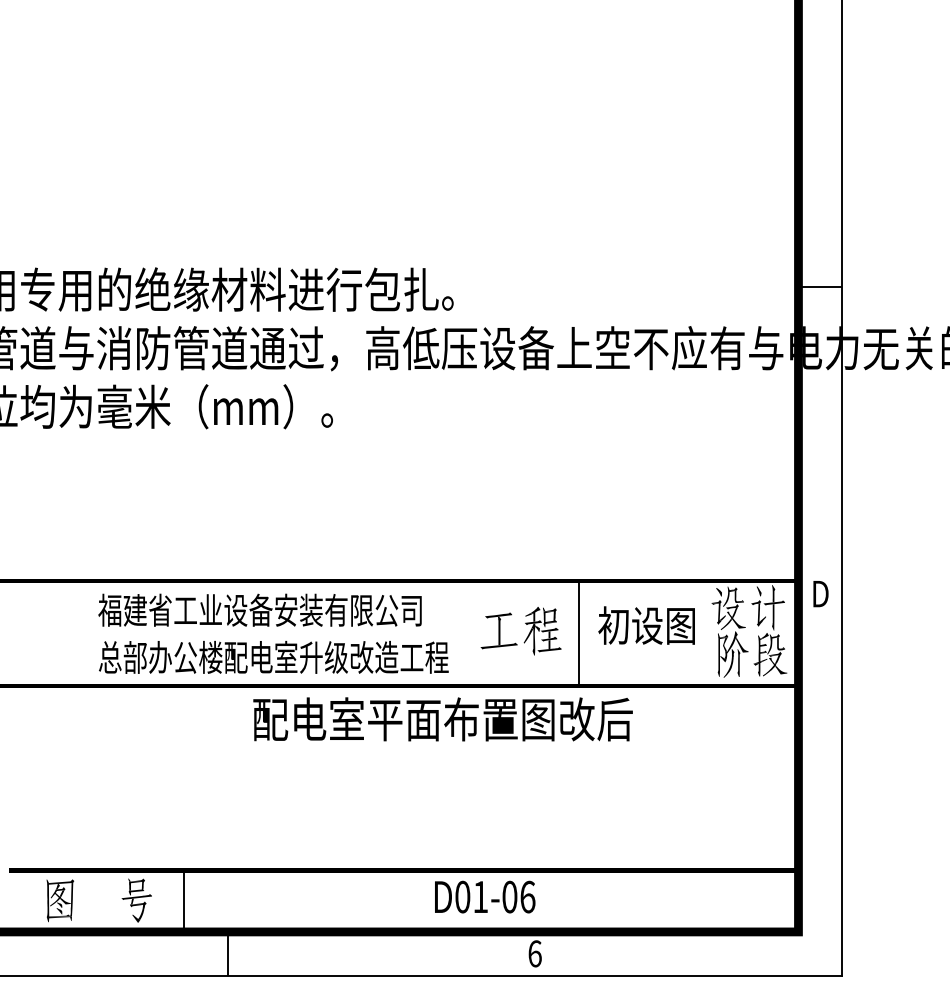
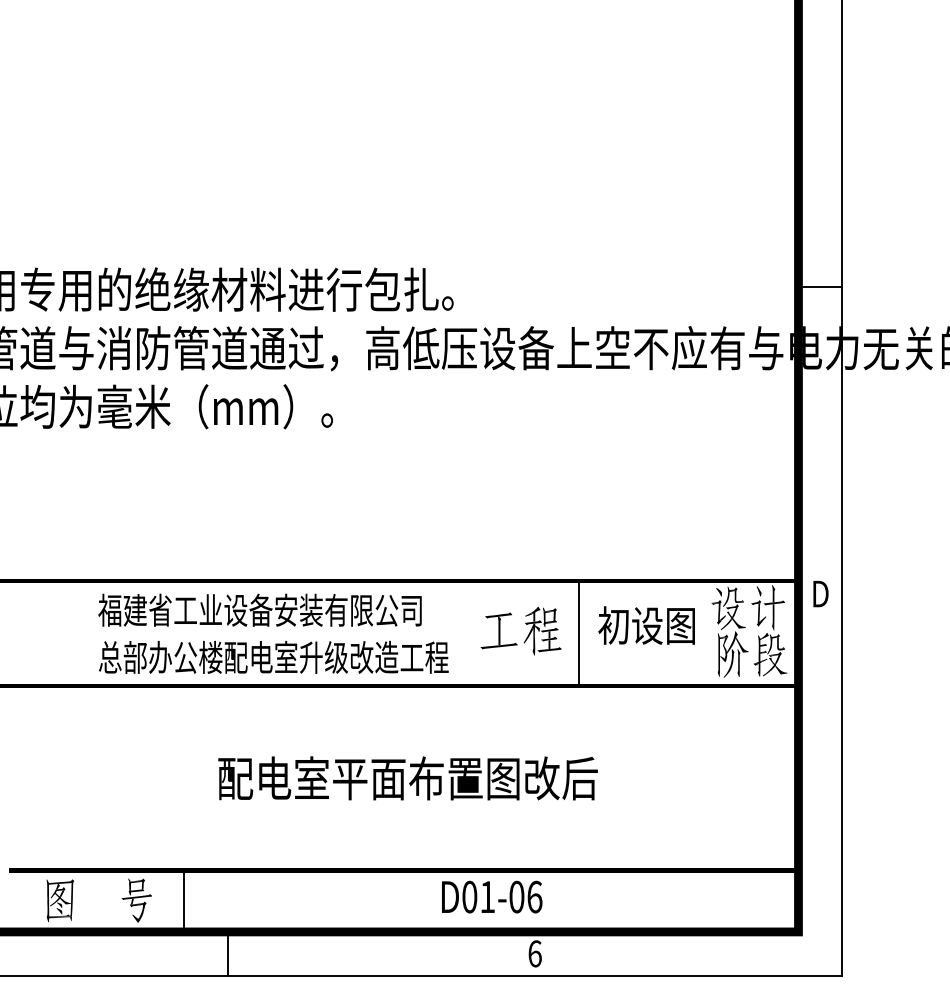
text at (442, 719) position: (442, 719) -> (407, 778)
text at (485, 896) position: (485, 896) -> (492, 896)
